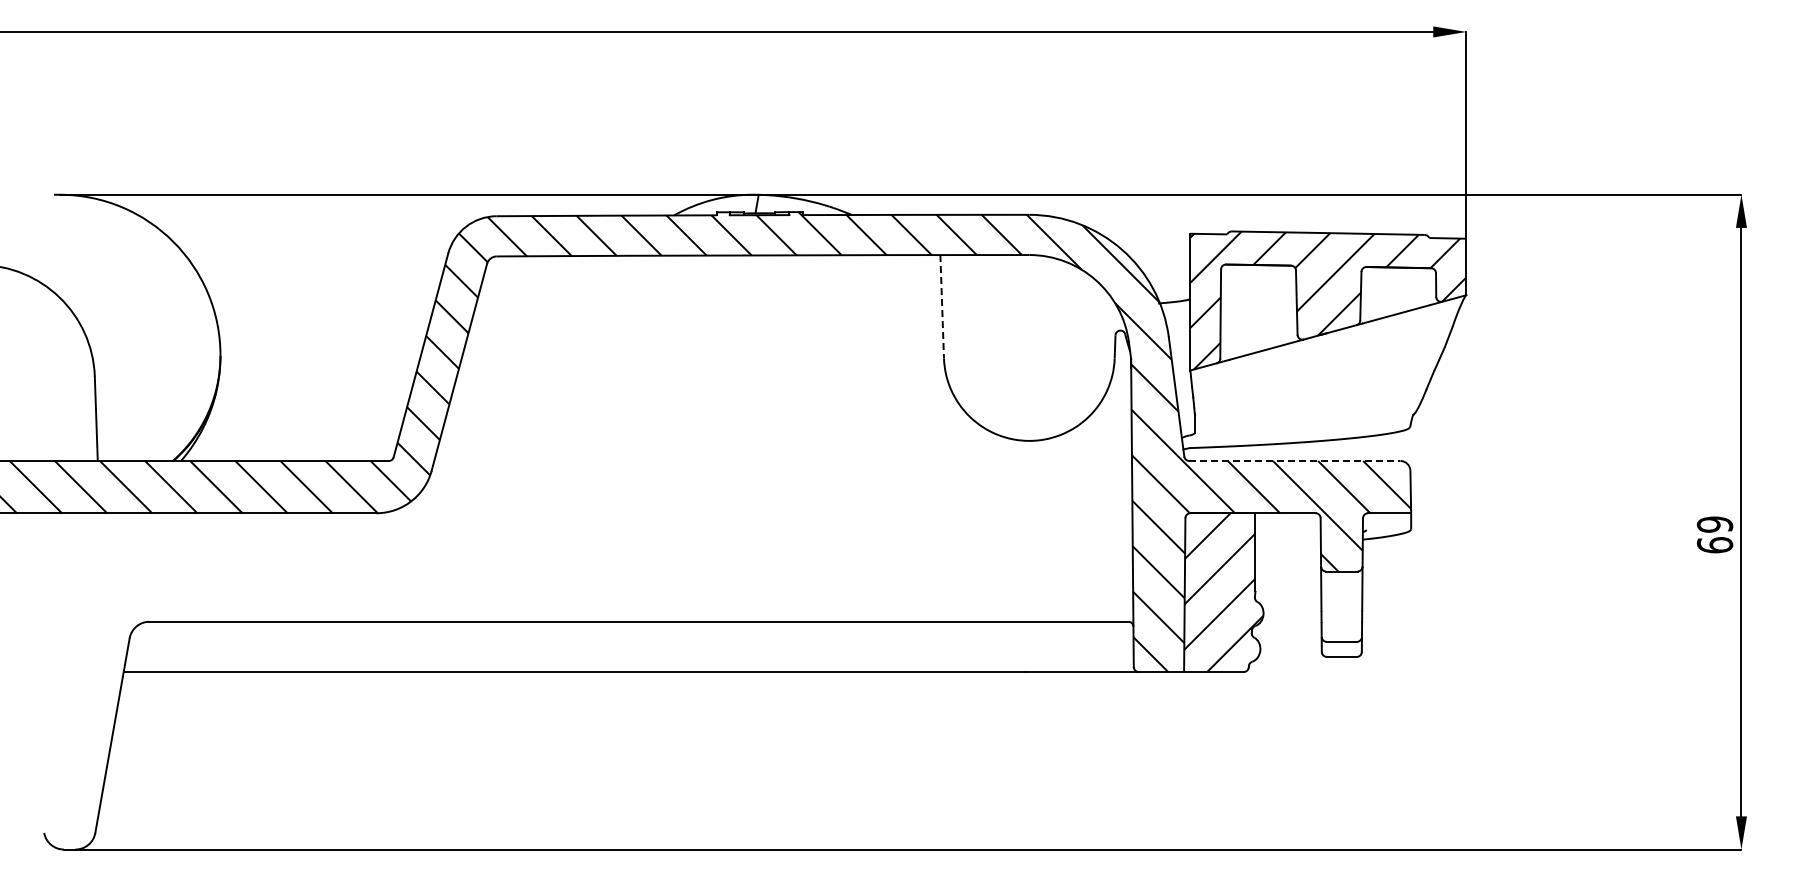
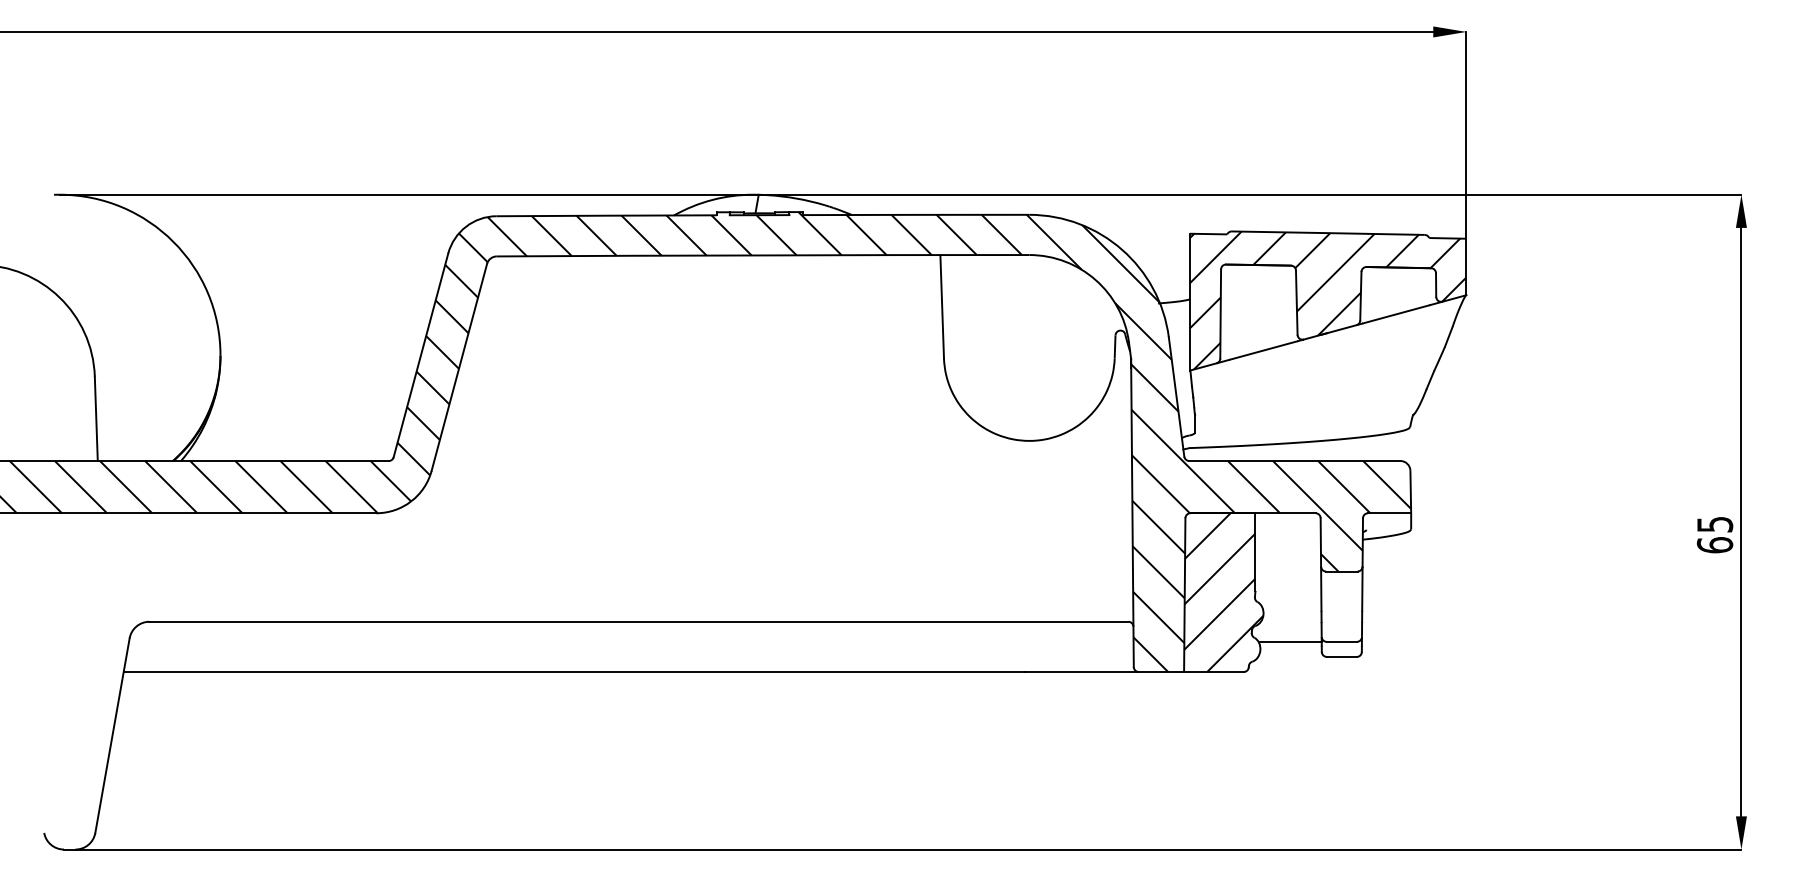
line at (942, 306): dashed -> solid
line at (1294, 461): dashed -> solid
text at (1714, 524): 69 -> 65
line at (1289, 641): none -> present
